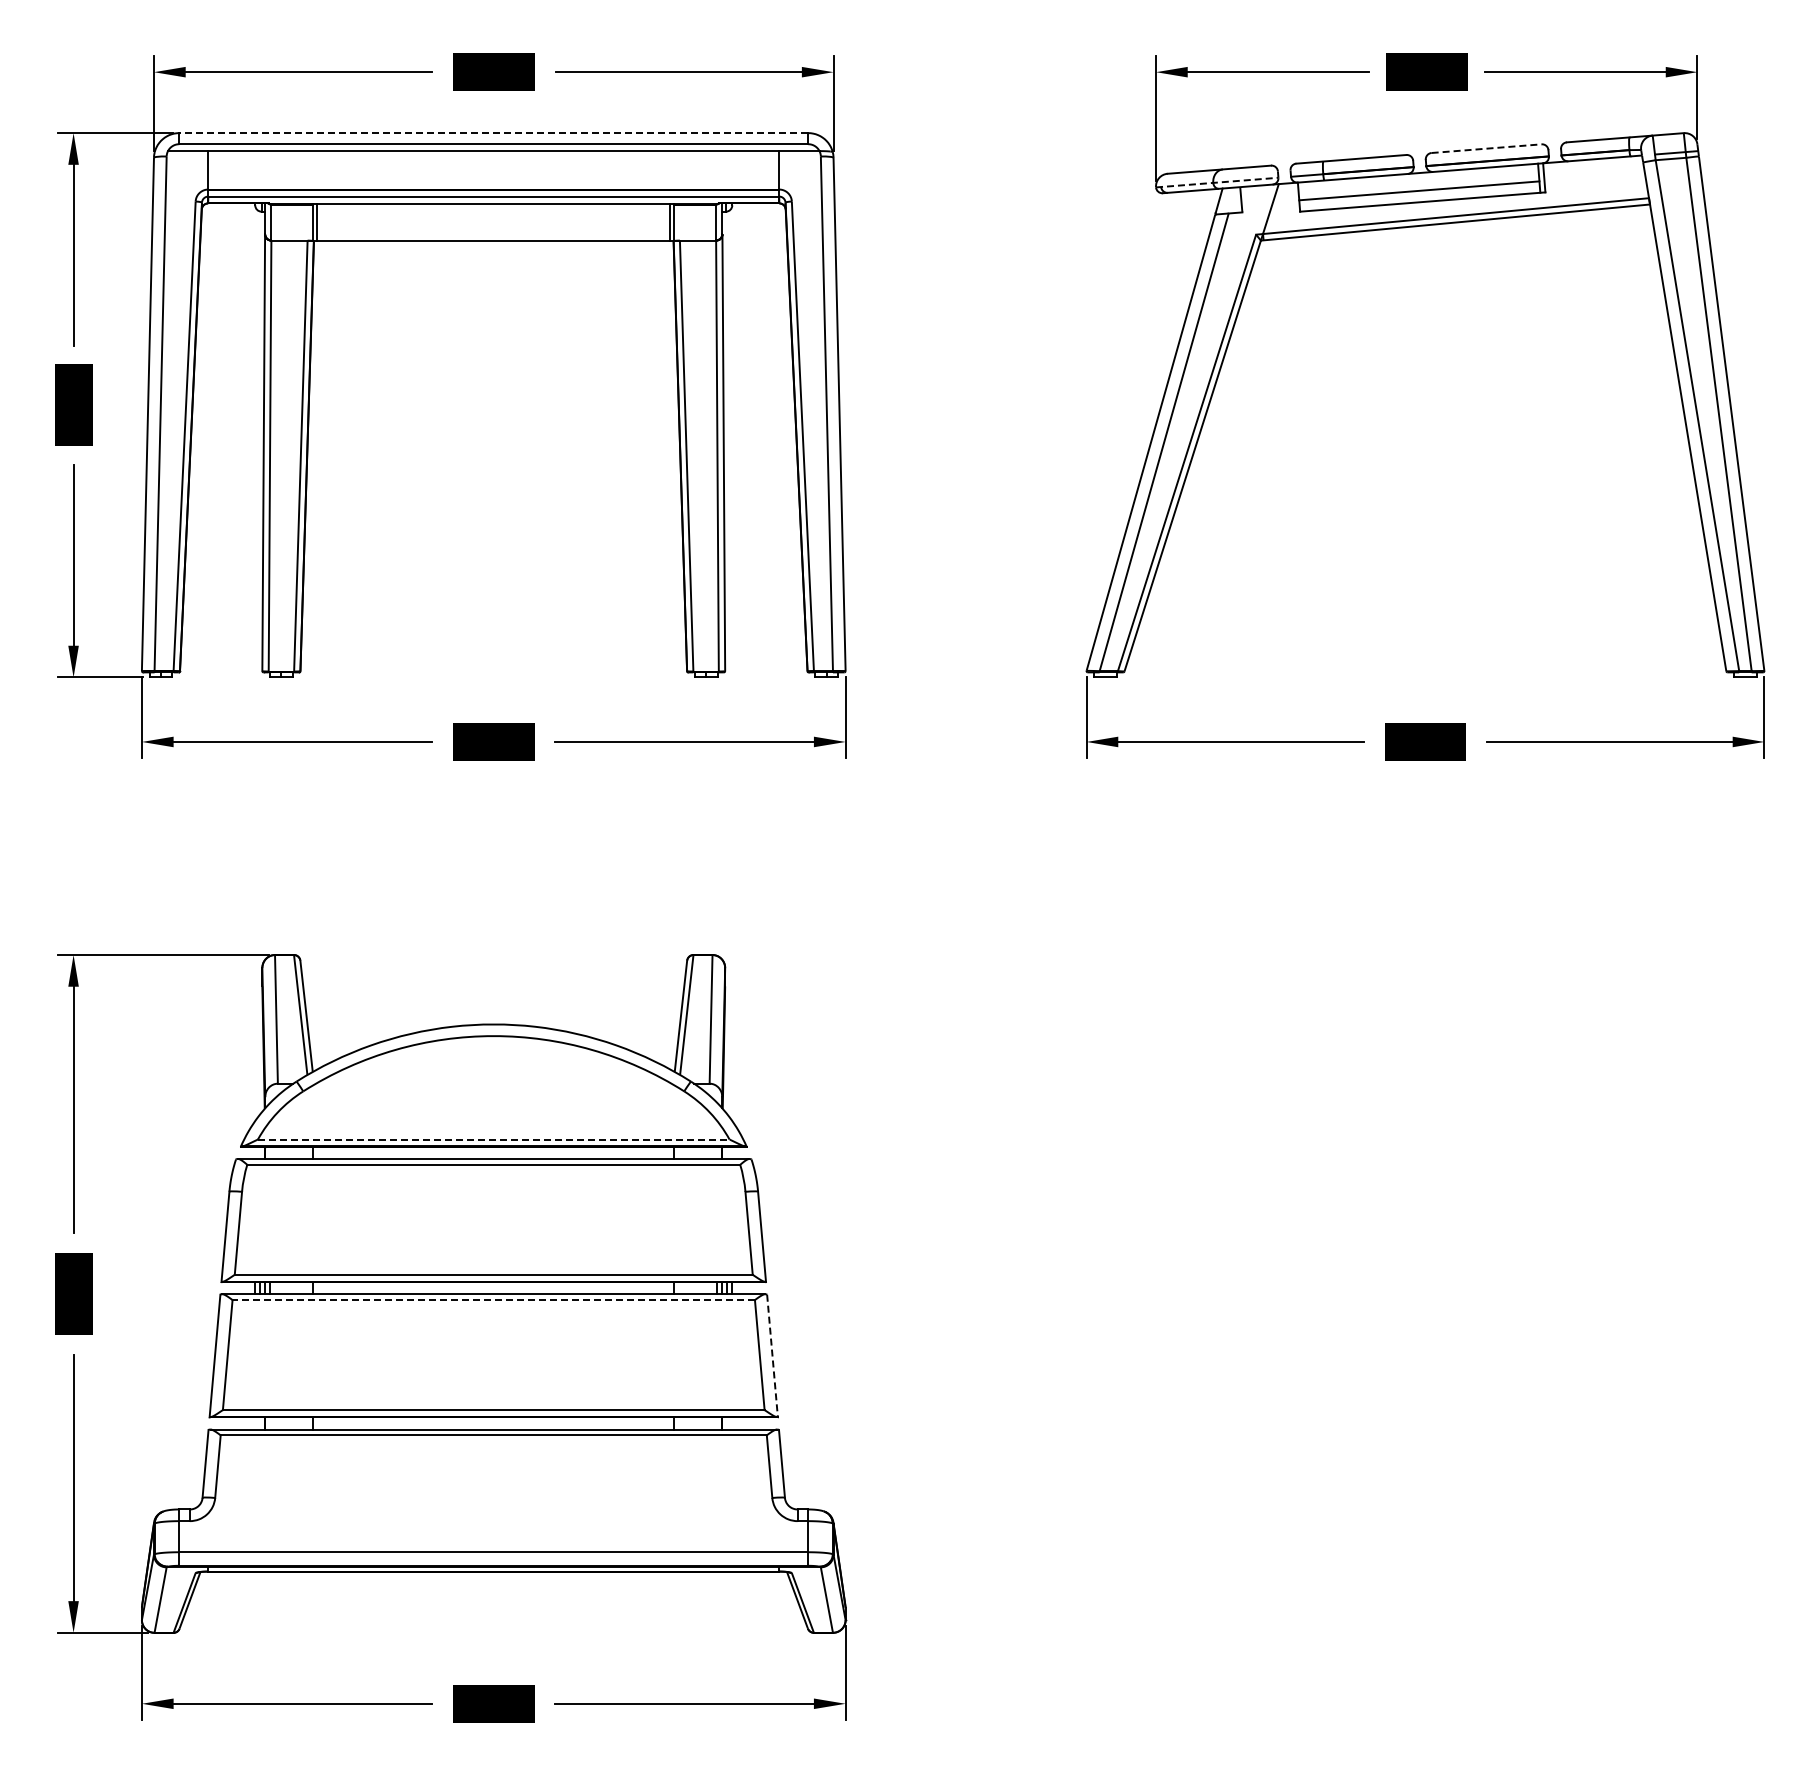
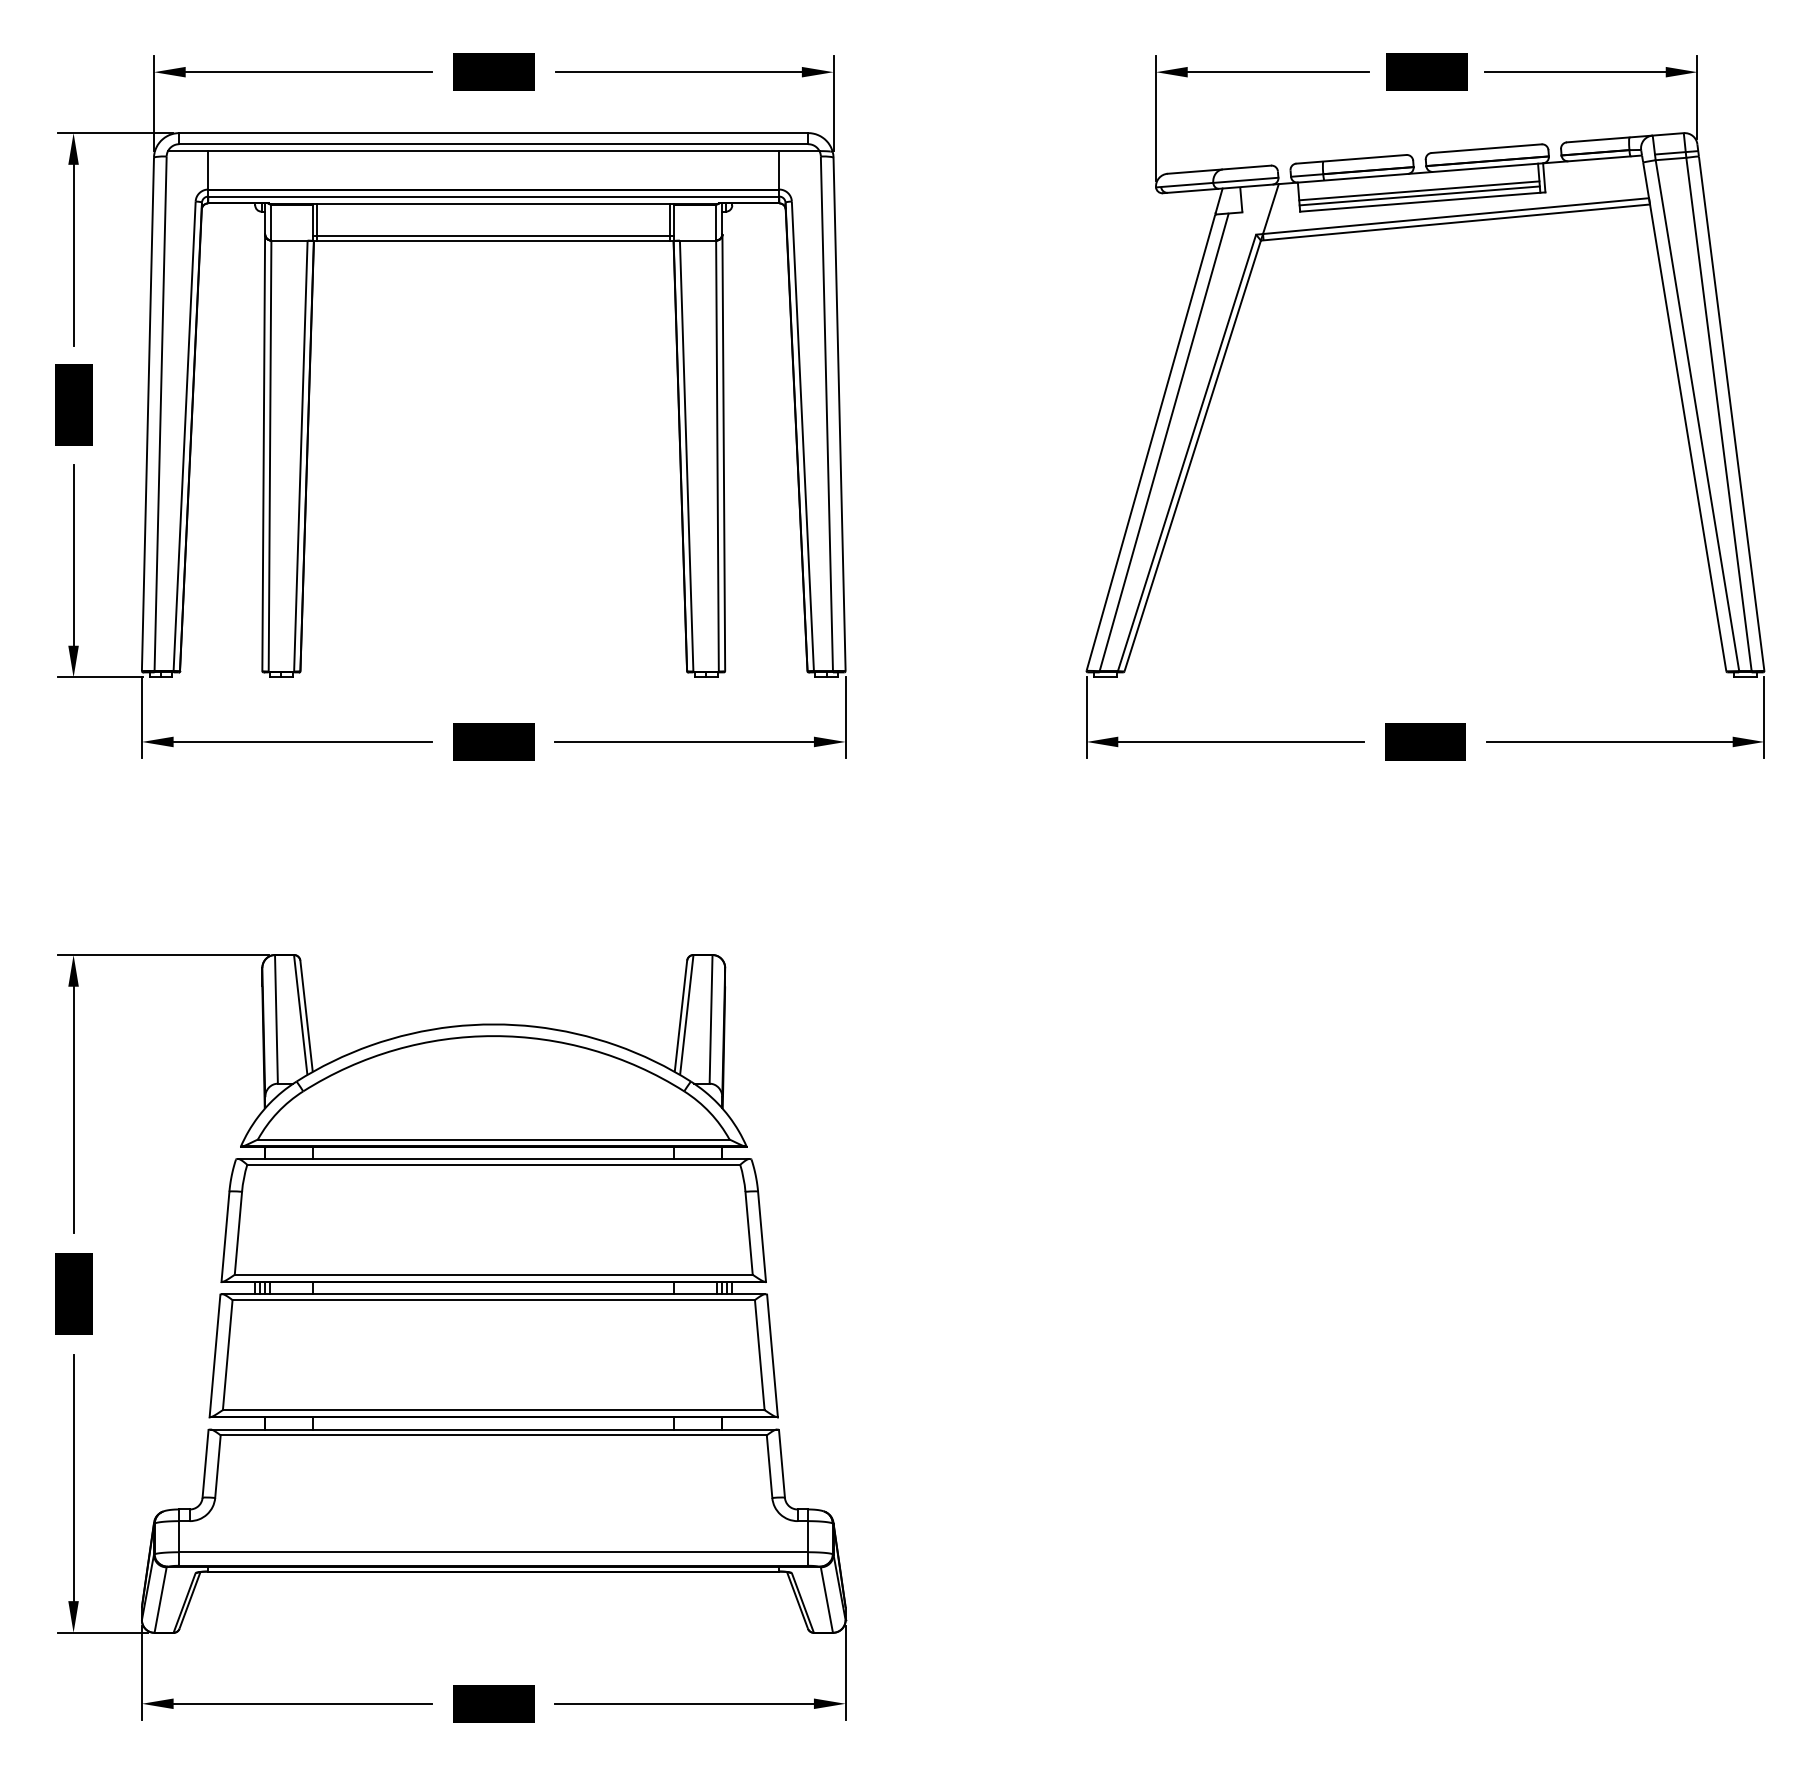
line at (493, 133): dashed -> solid
line at (1487, 148): dashed -> solid
line at (1217, 182): dashed -> solid
line at (1419, 195): none -> present
line at (493, 236): none -> present
line at (493, 1139): dashed -> solid
line at (493, 1300): dashed -> solid
line at (772, 1356): dashed -> solid
